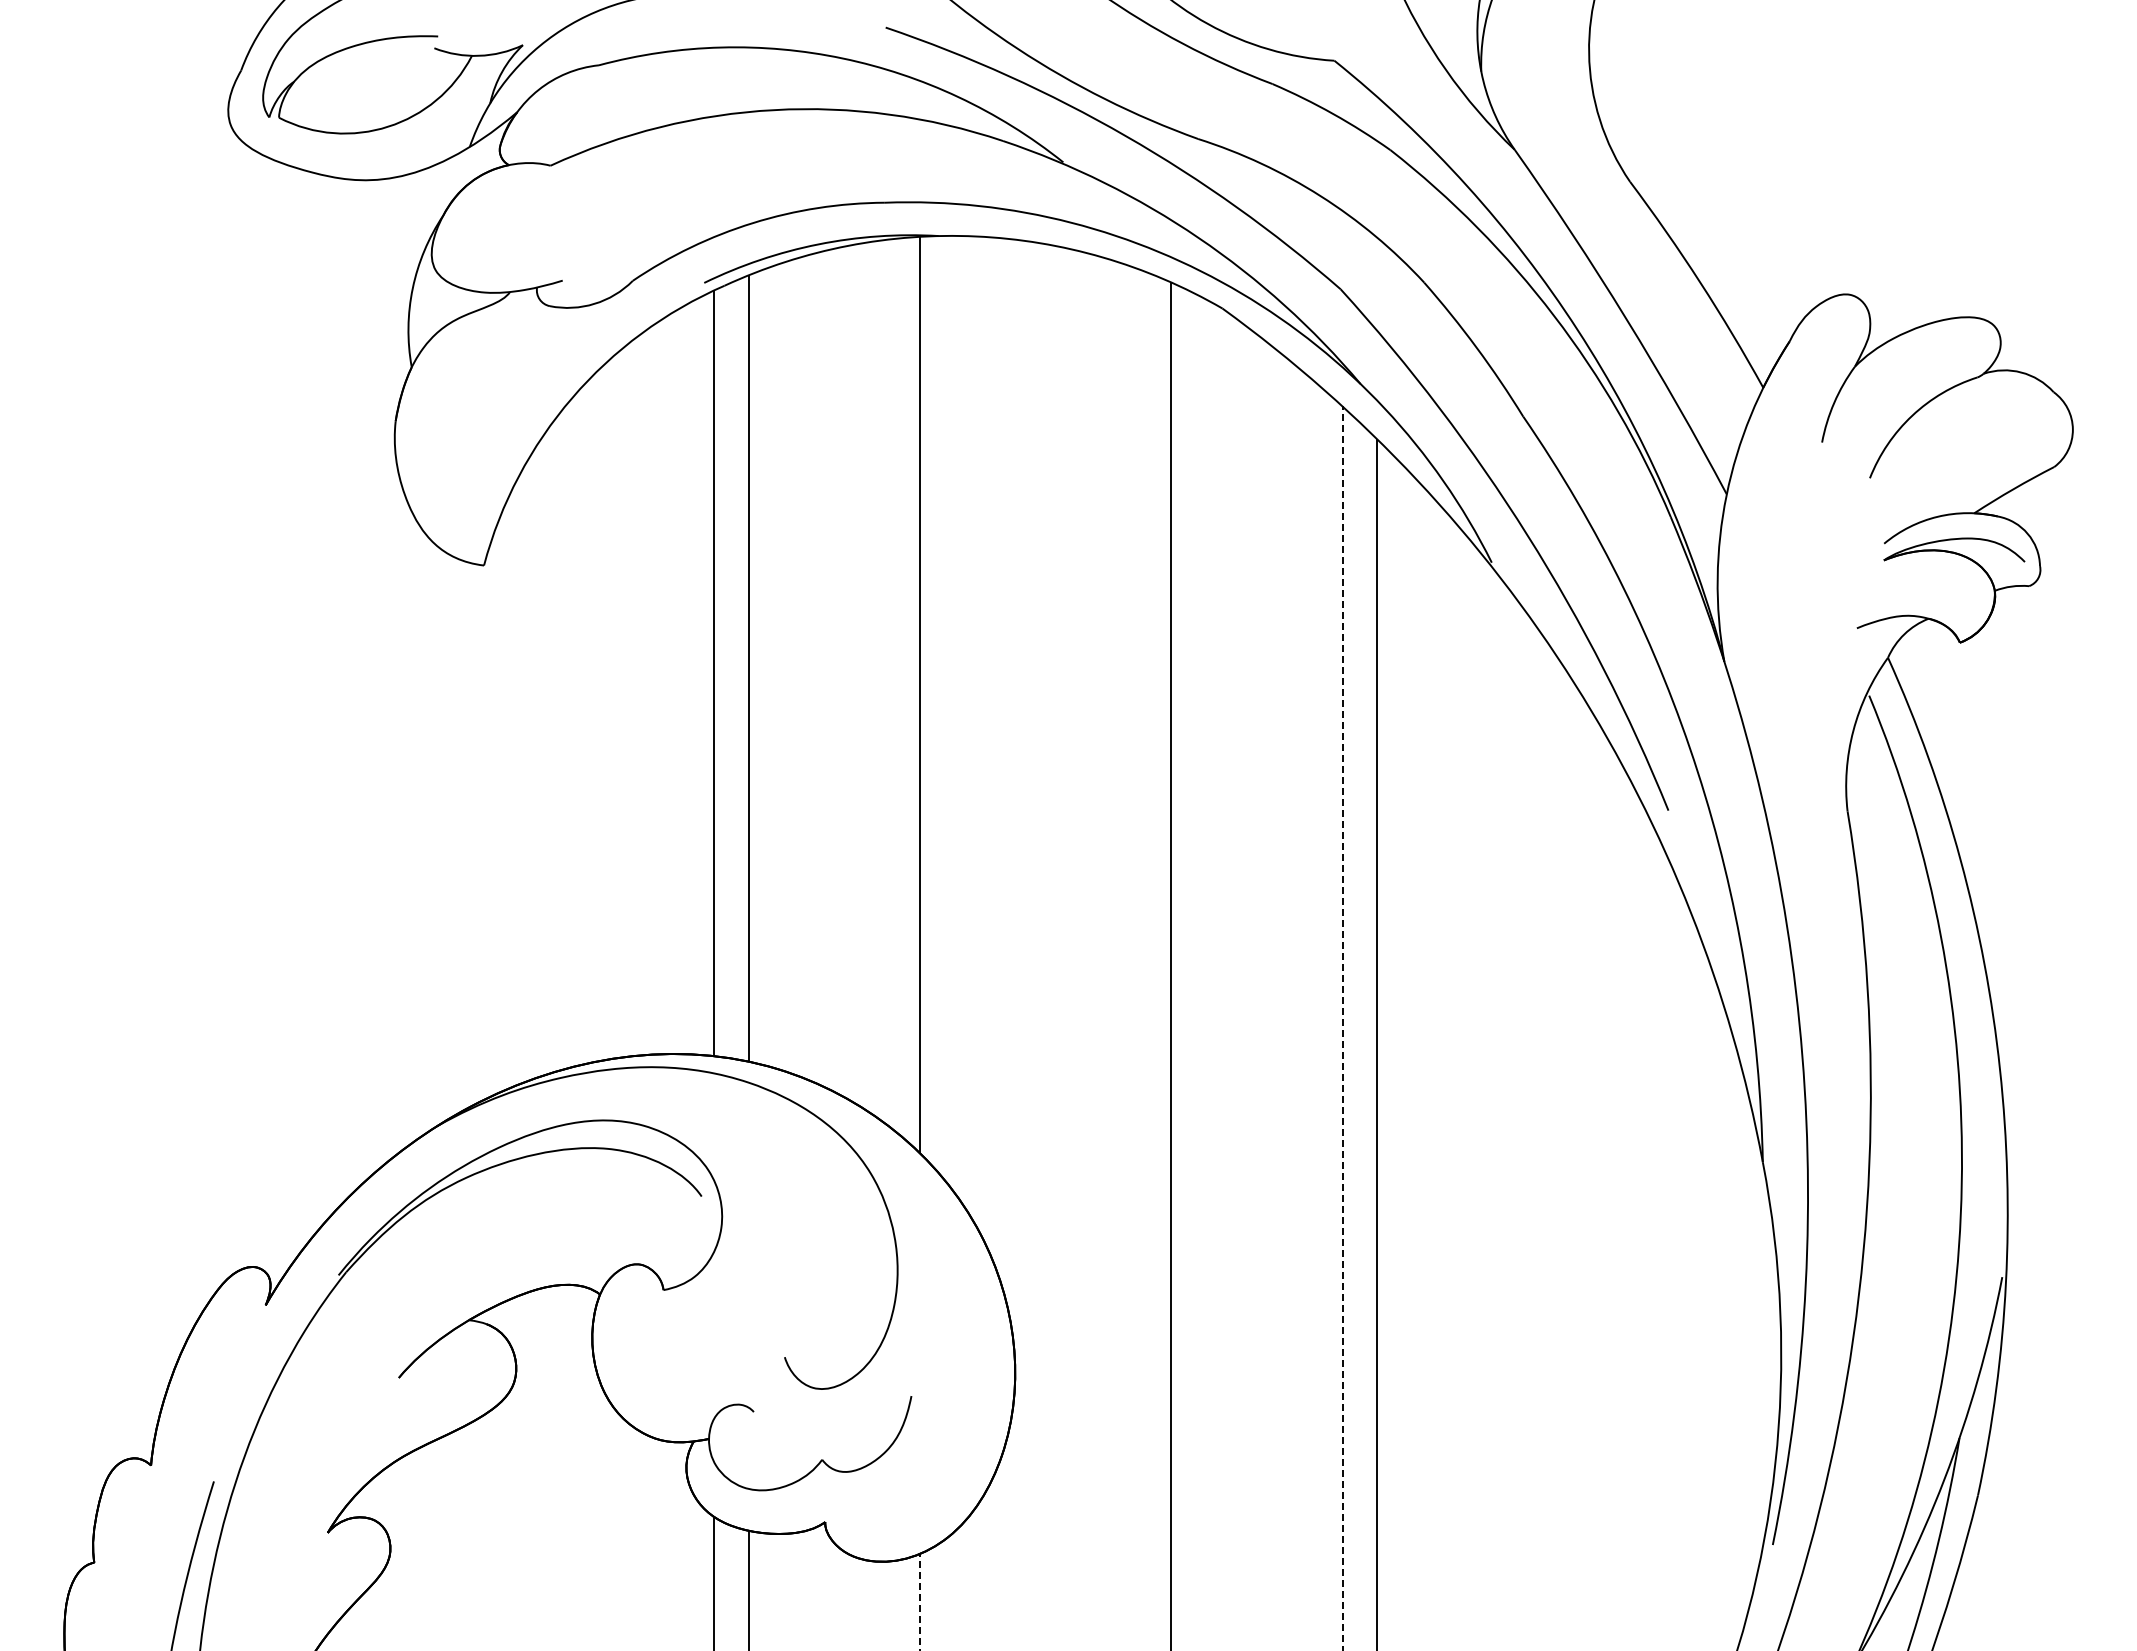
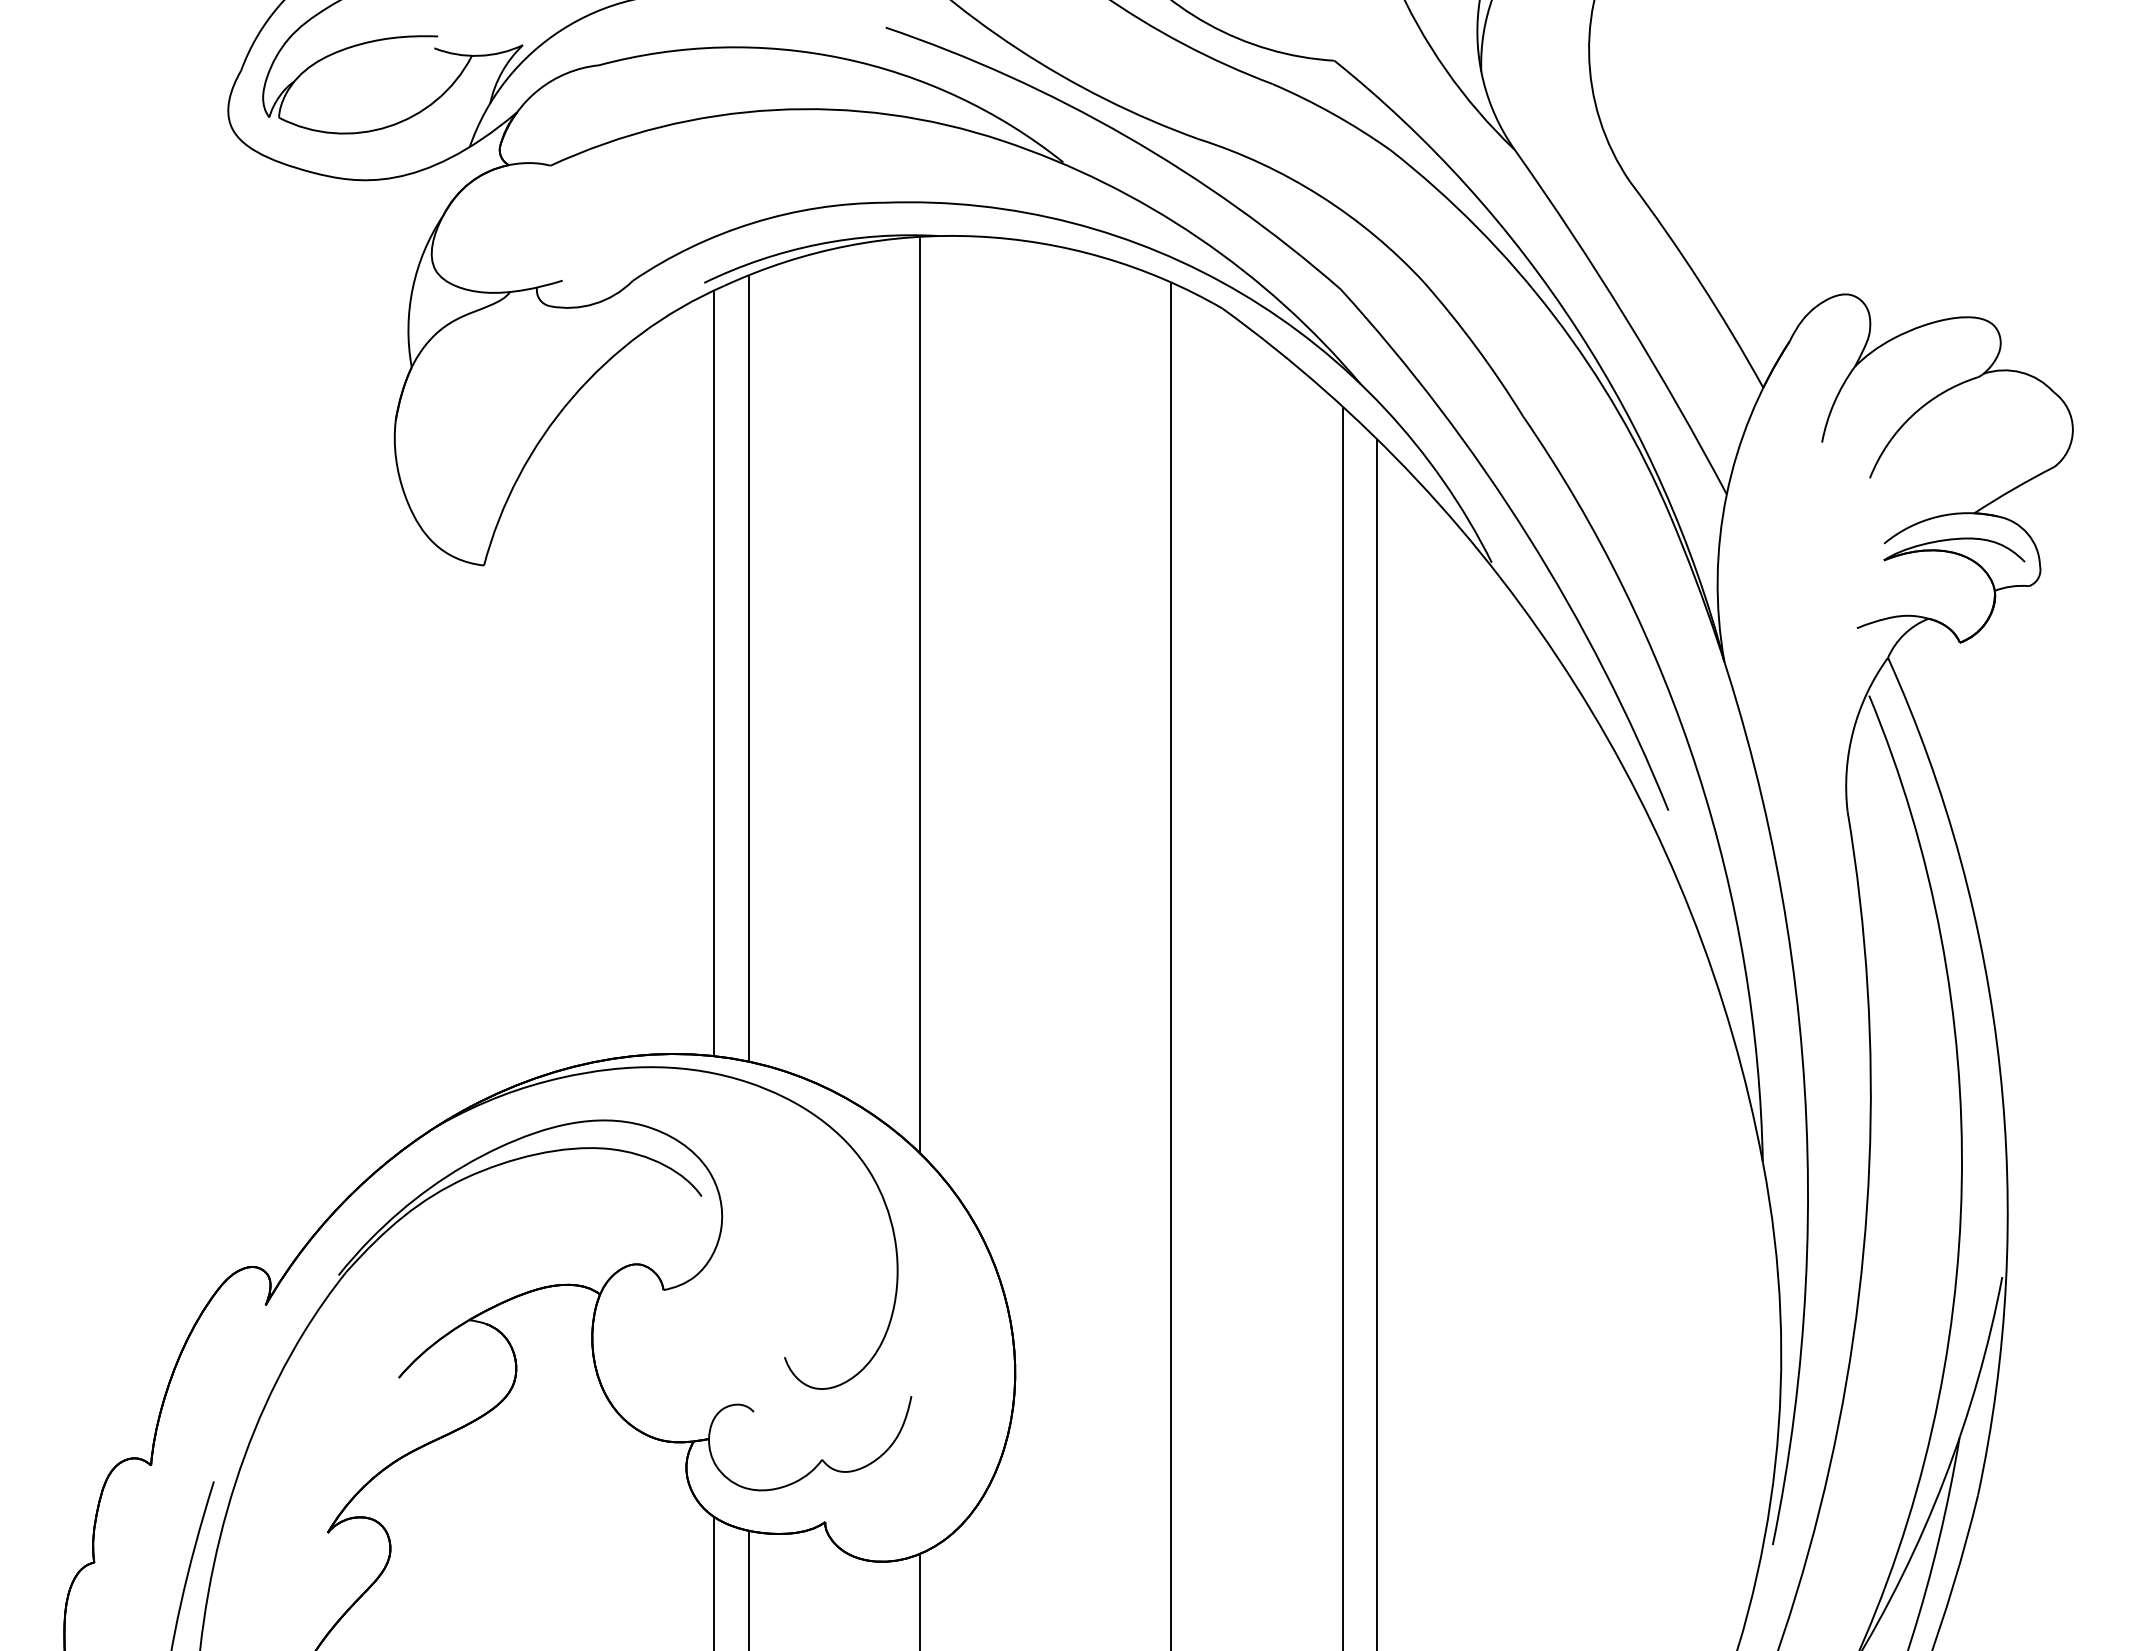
line at (1342, 1028): dashed -> solid
line at (920, 1601): dashed -> solid
